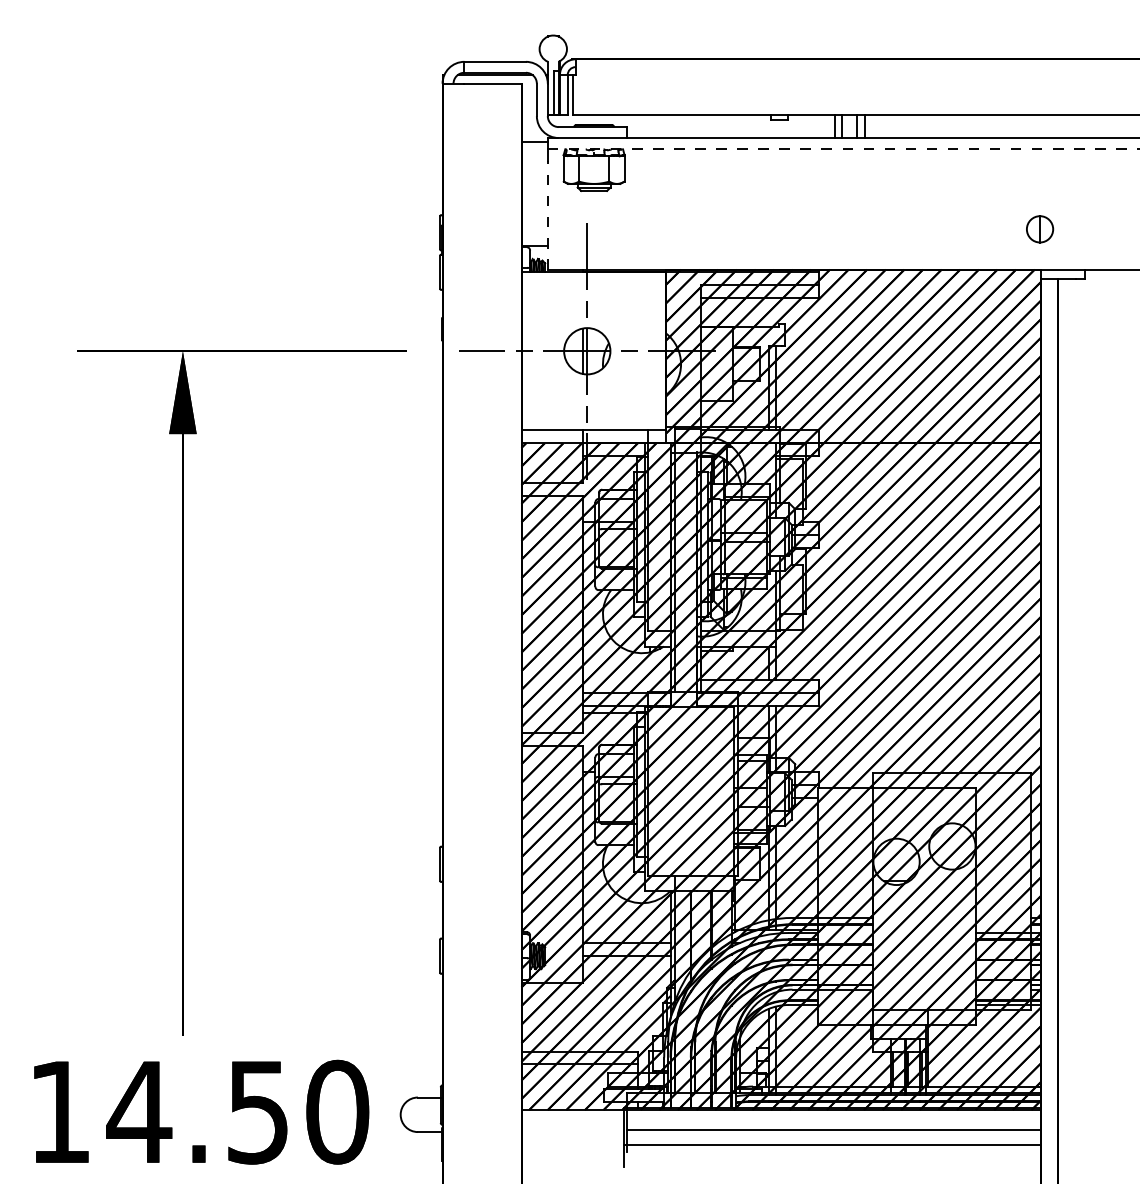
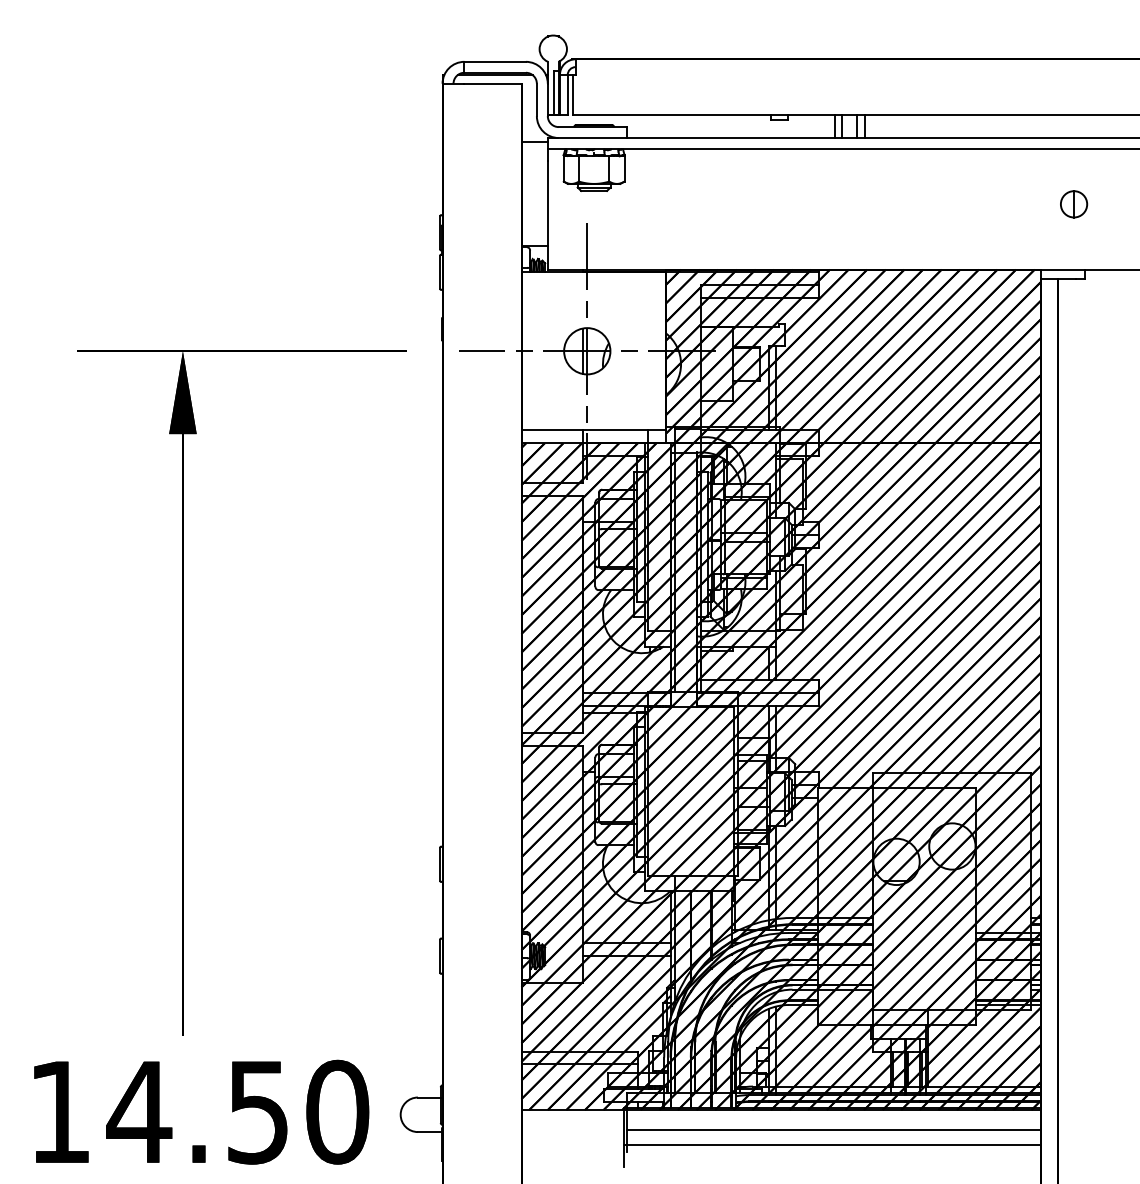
line at (843, 149): dashed -> solid
line at (547, 214): dashed -> solid
part at (1040, 229) position: (1040, 229) -> (1074, 204)
